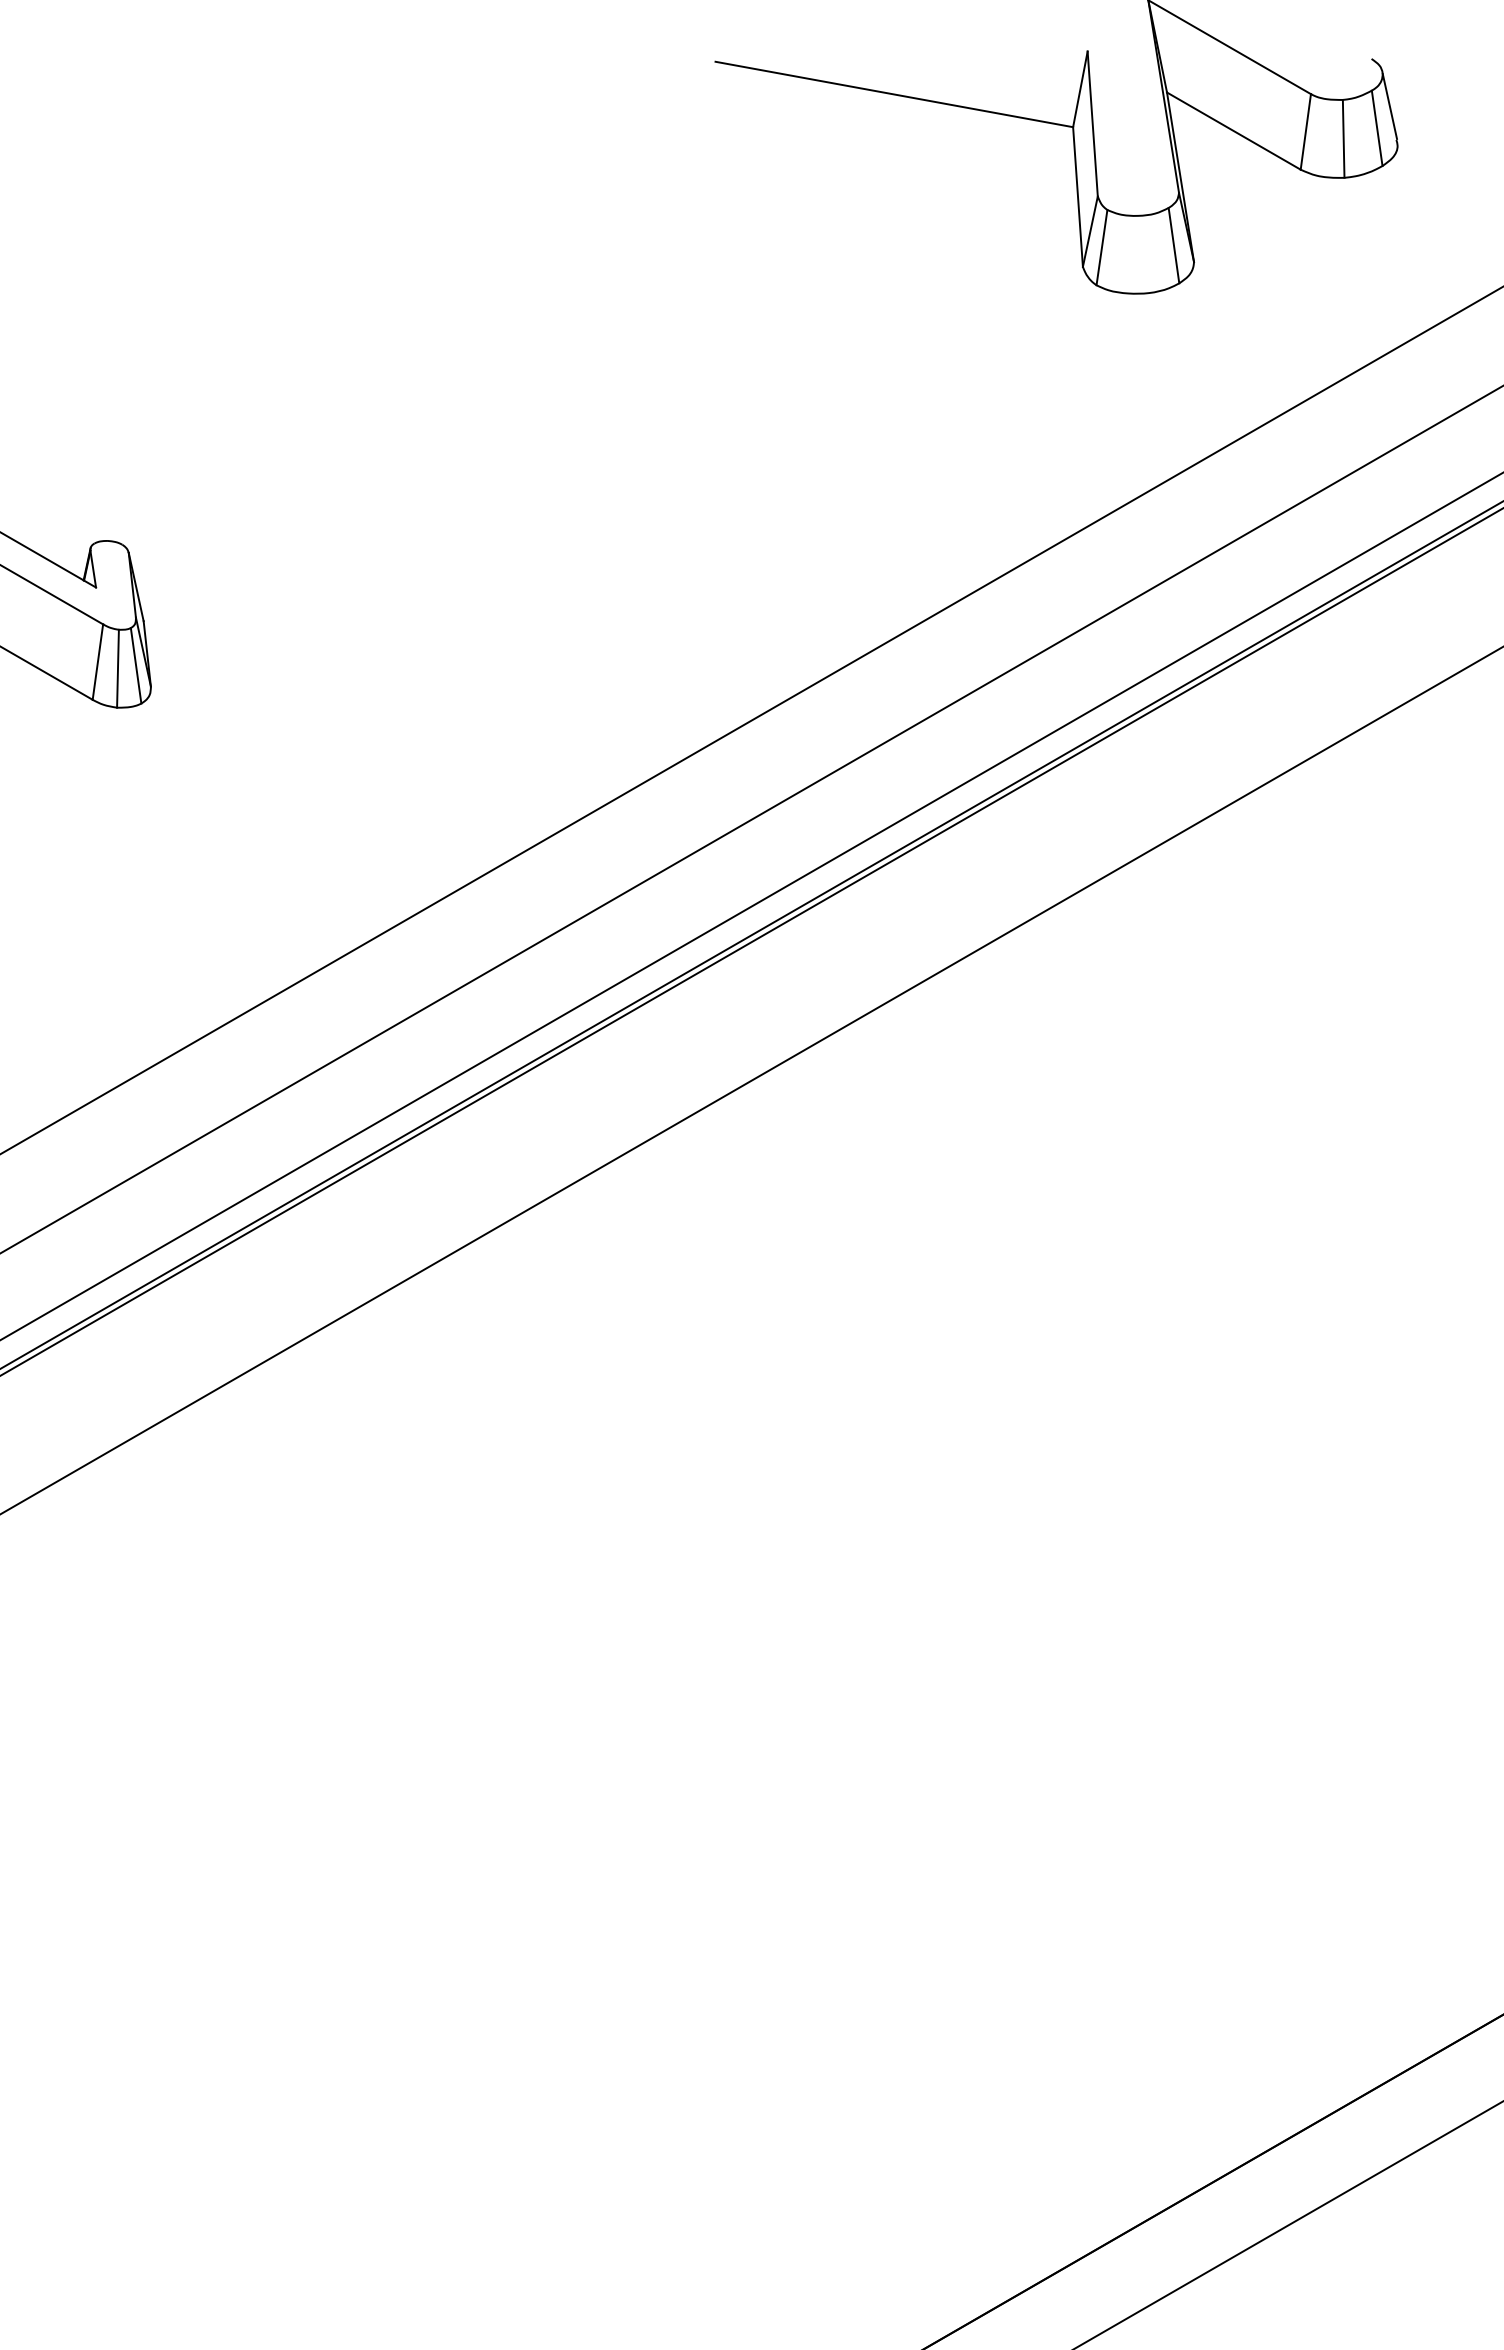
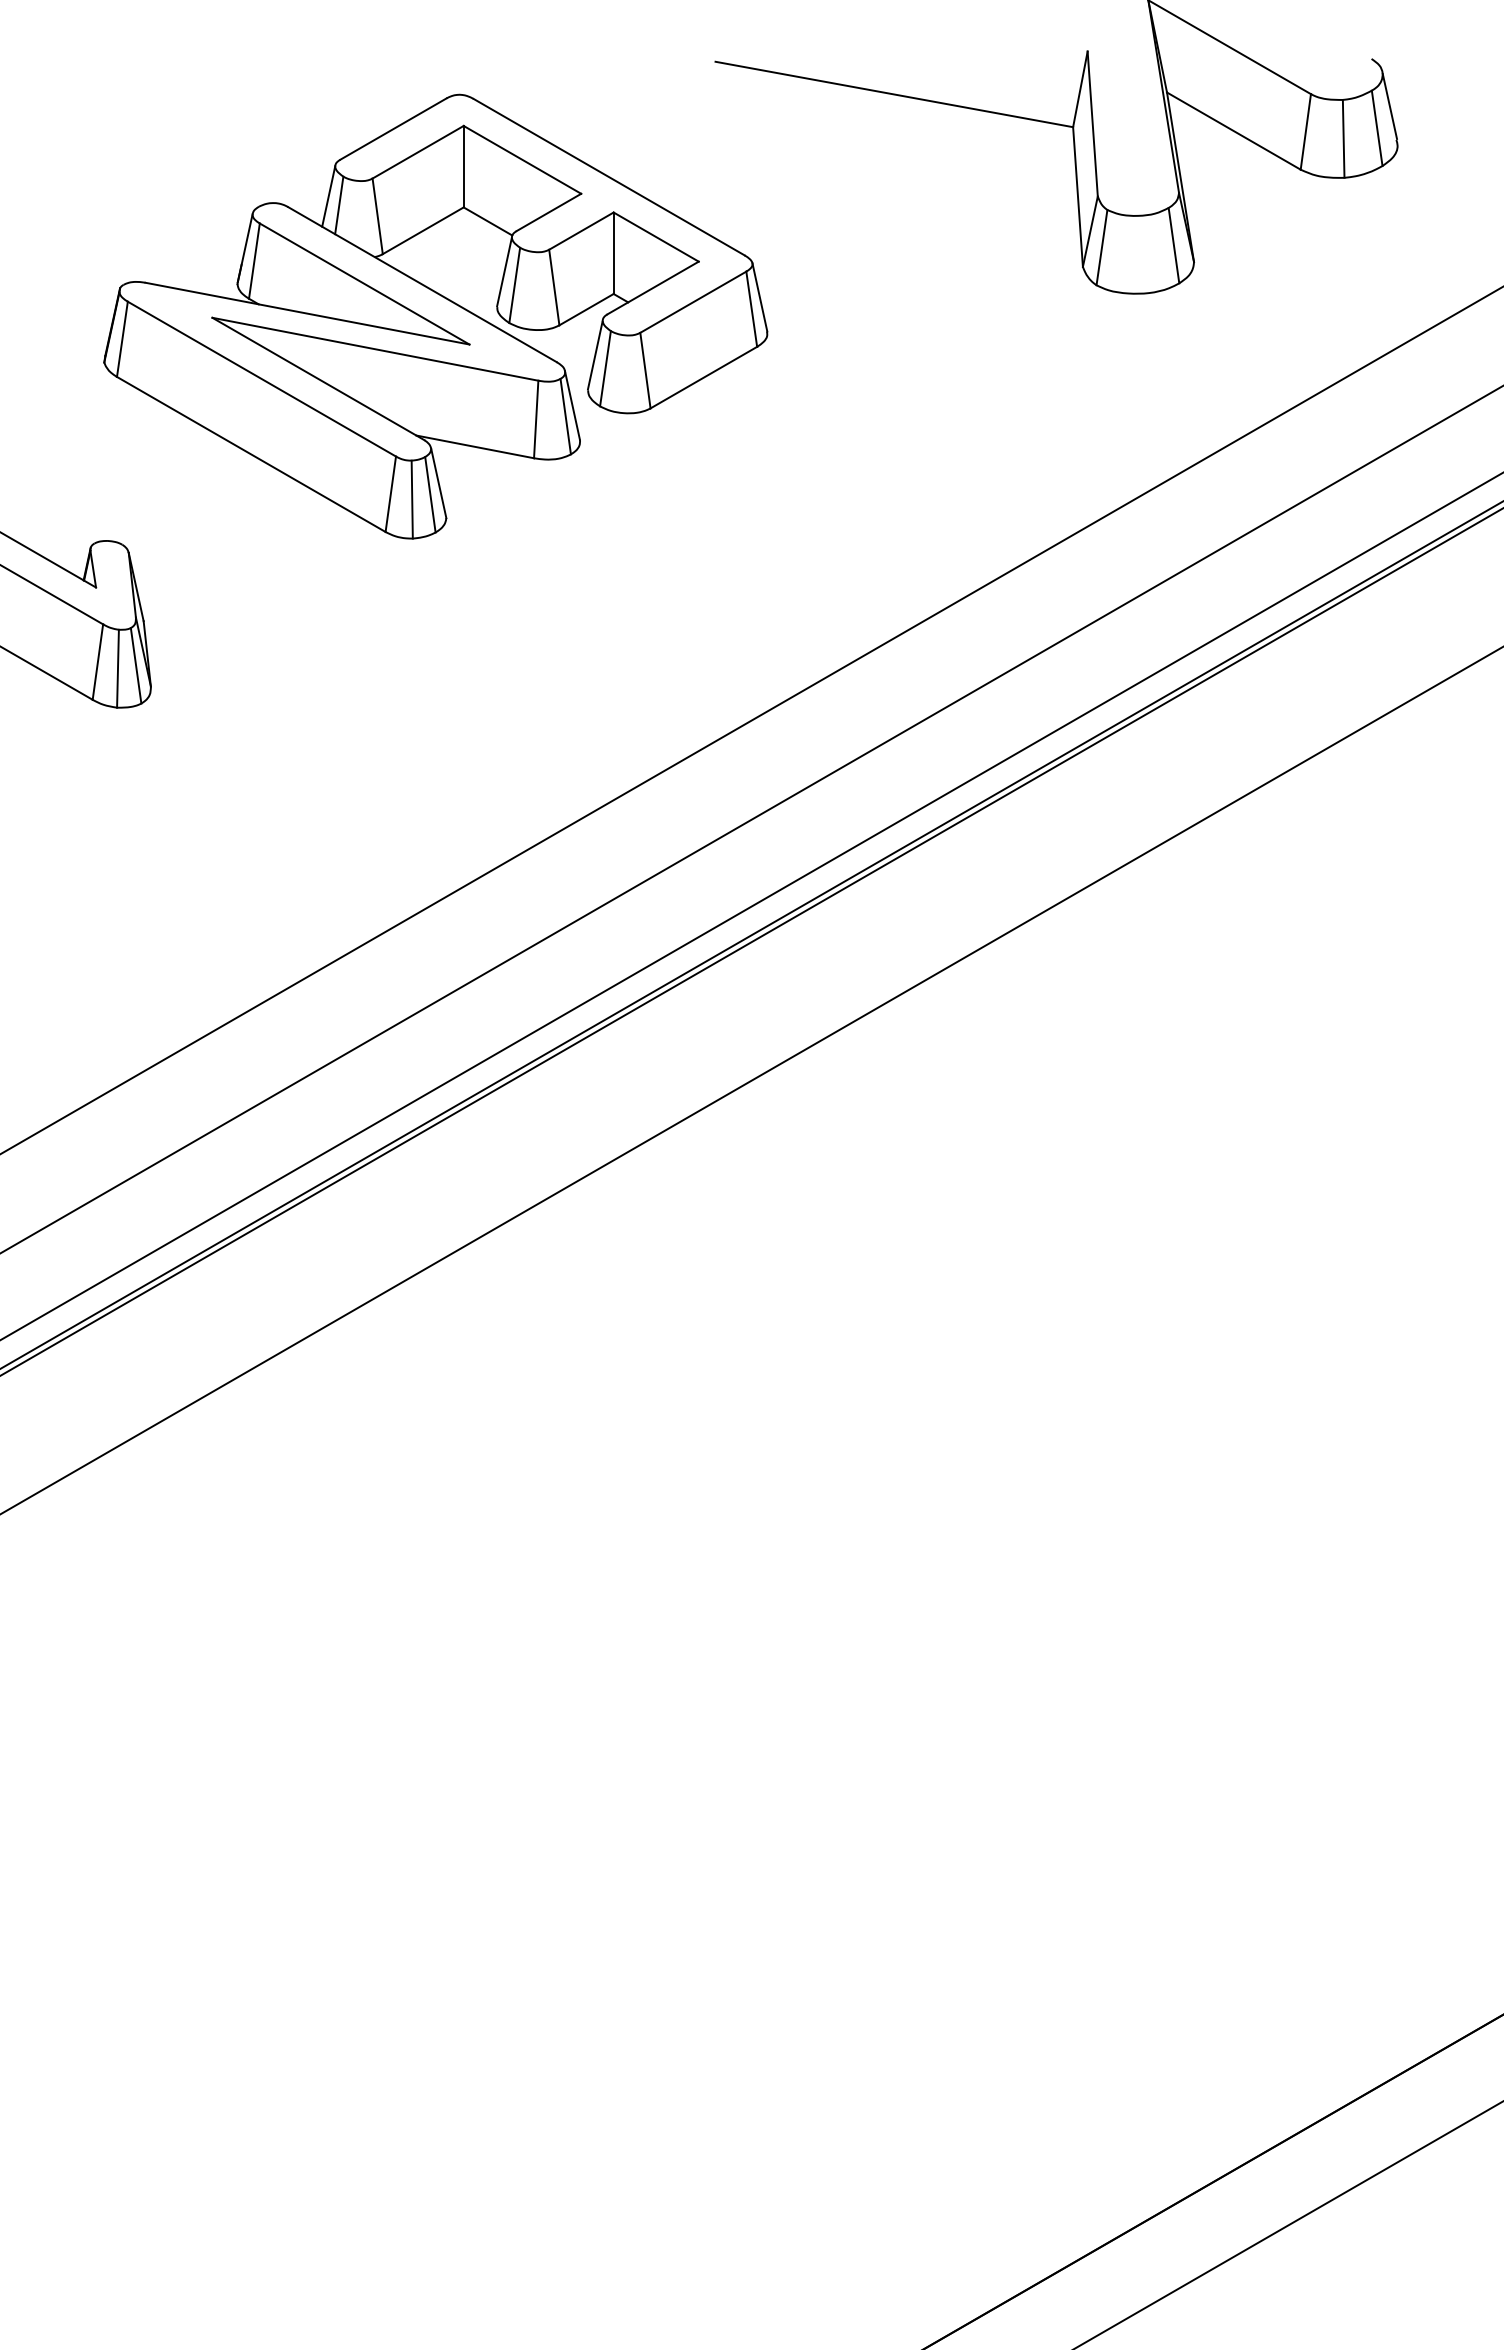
part at (435, 316): none -> present
